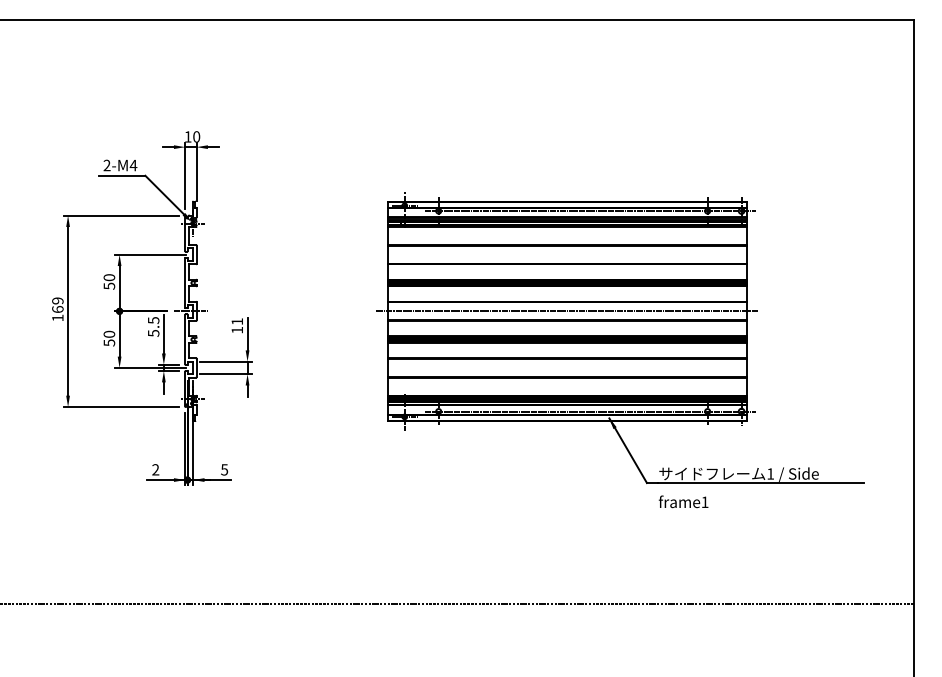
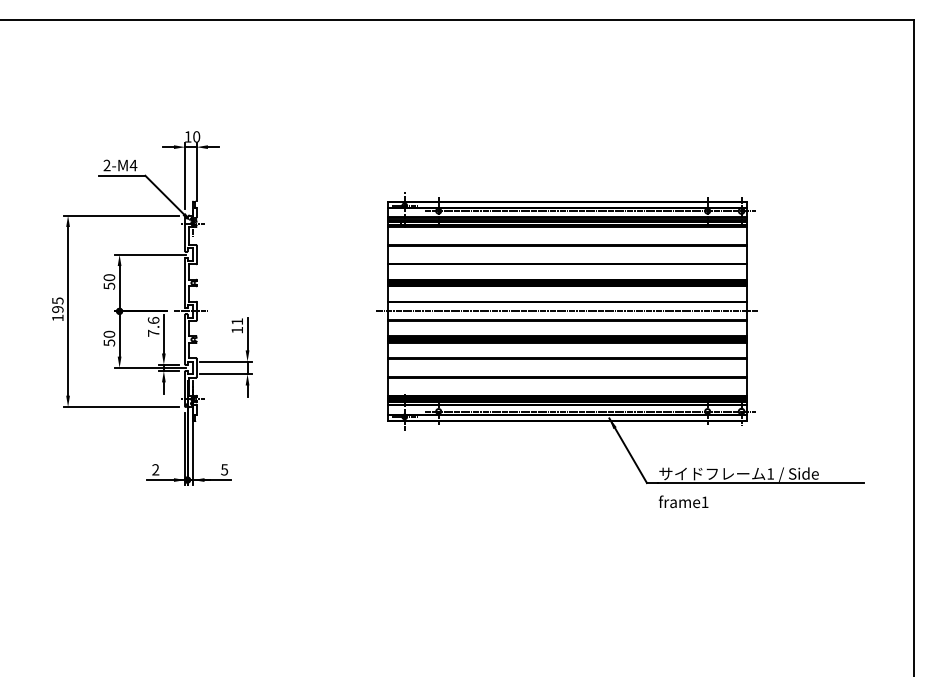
text at (57, 305): 169 -> 195
text at (153, 326): 5.5 -> 7.6
line at (457, 604): present -> none
